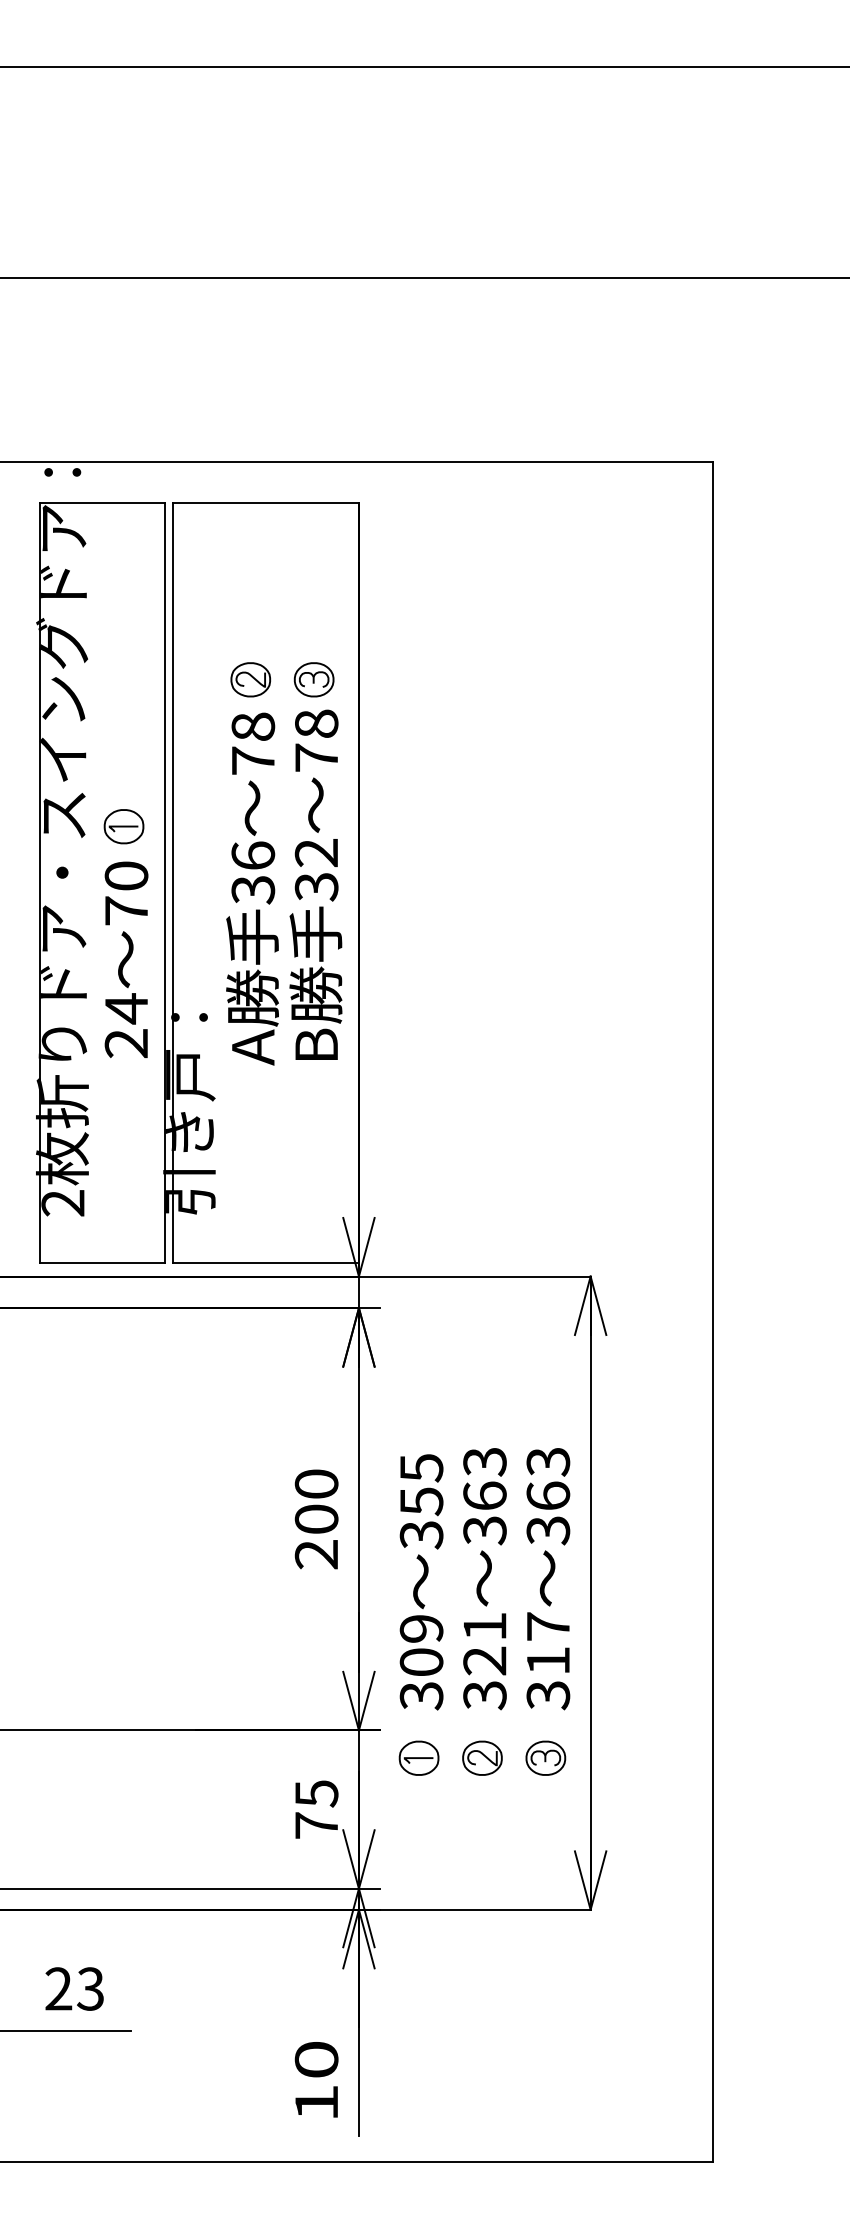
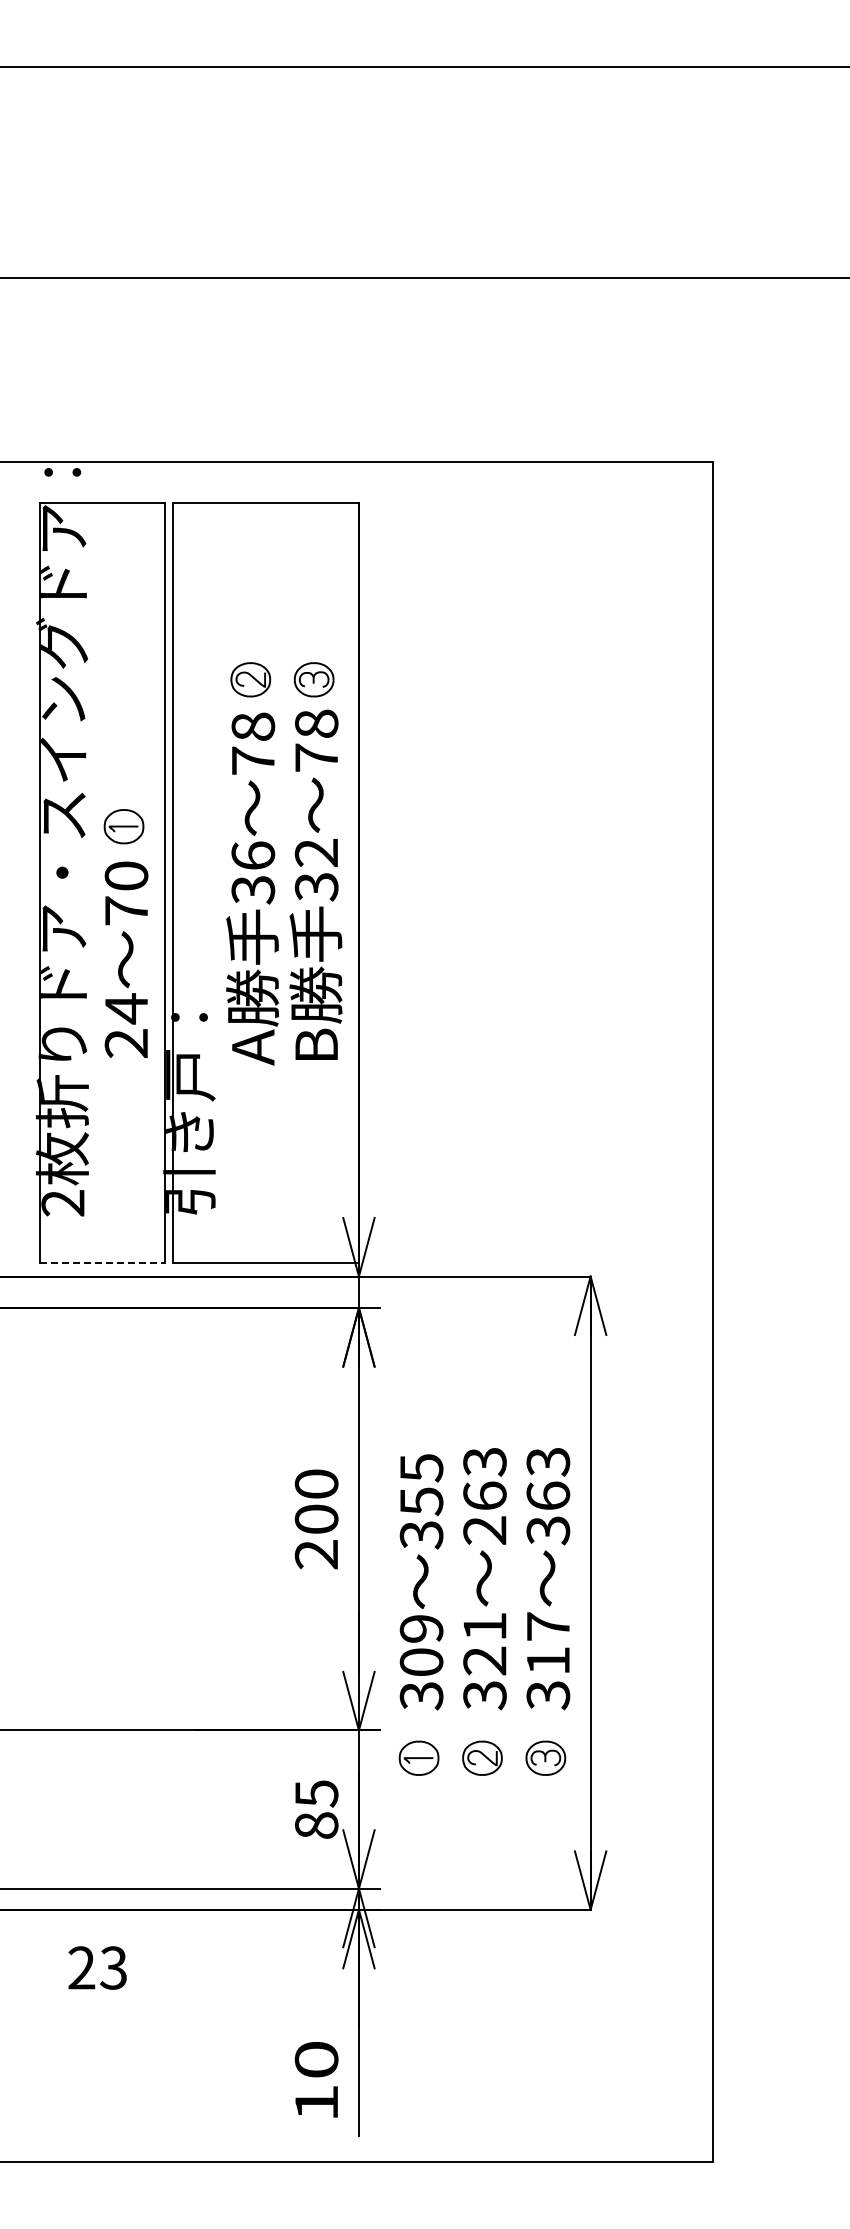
line at (102, 1263): solid -> dashed
text at (484, 1530): 363 -> 263
text at (316, 1825): 75 -> 85
text at (74, 1988) position: (74, 1988) -> (97, 1967)
line at (66, 2031): present -> none
